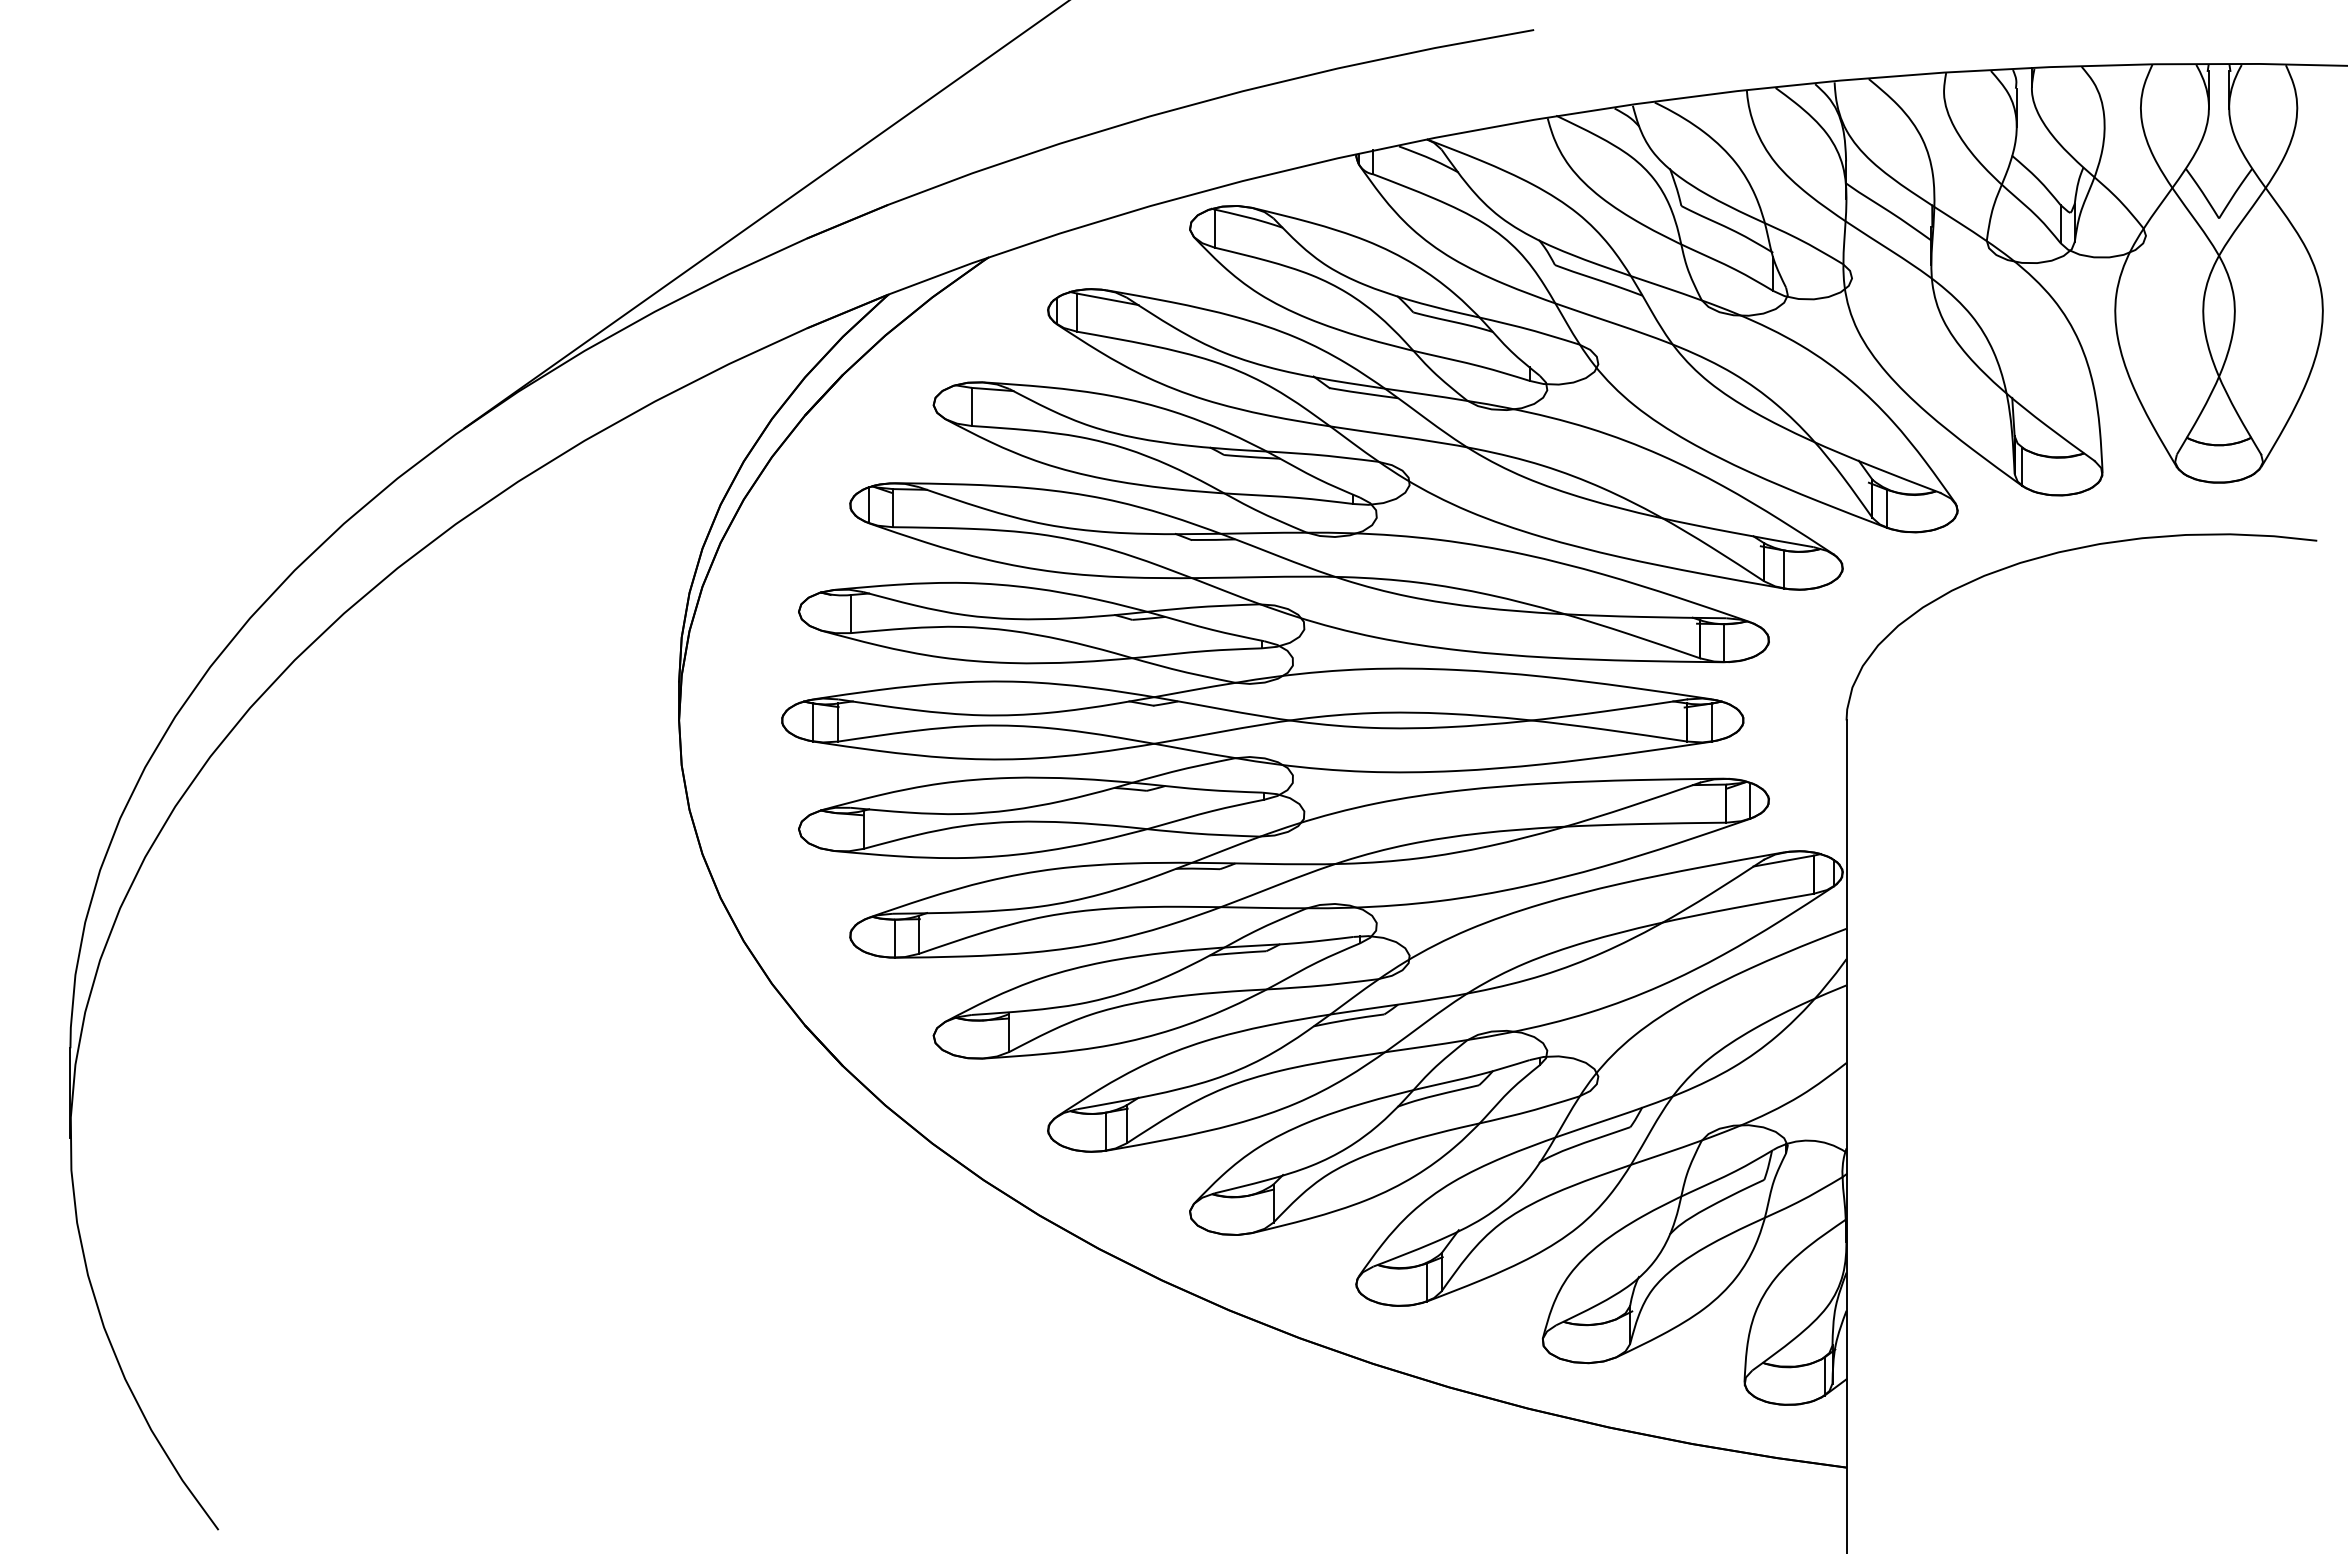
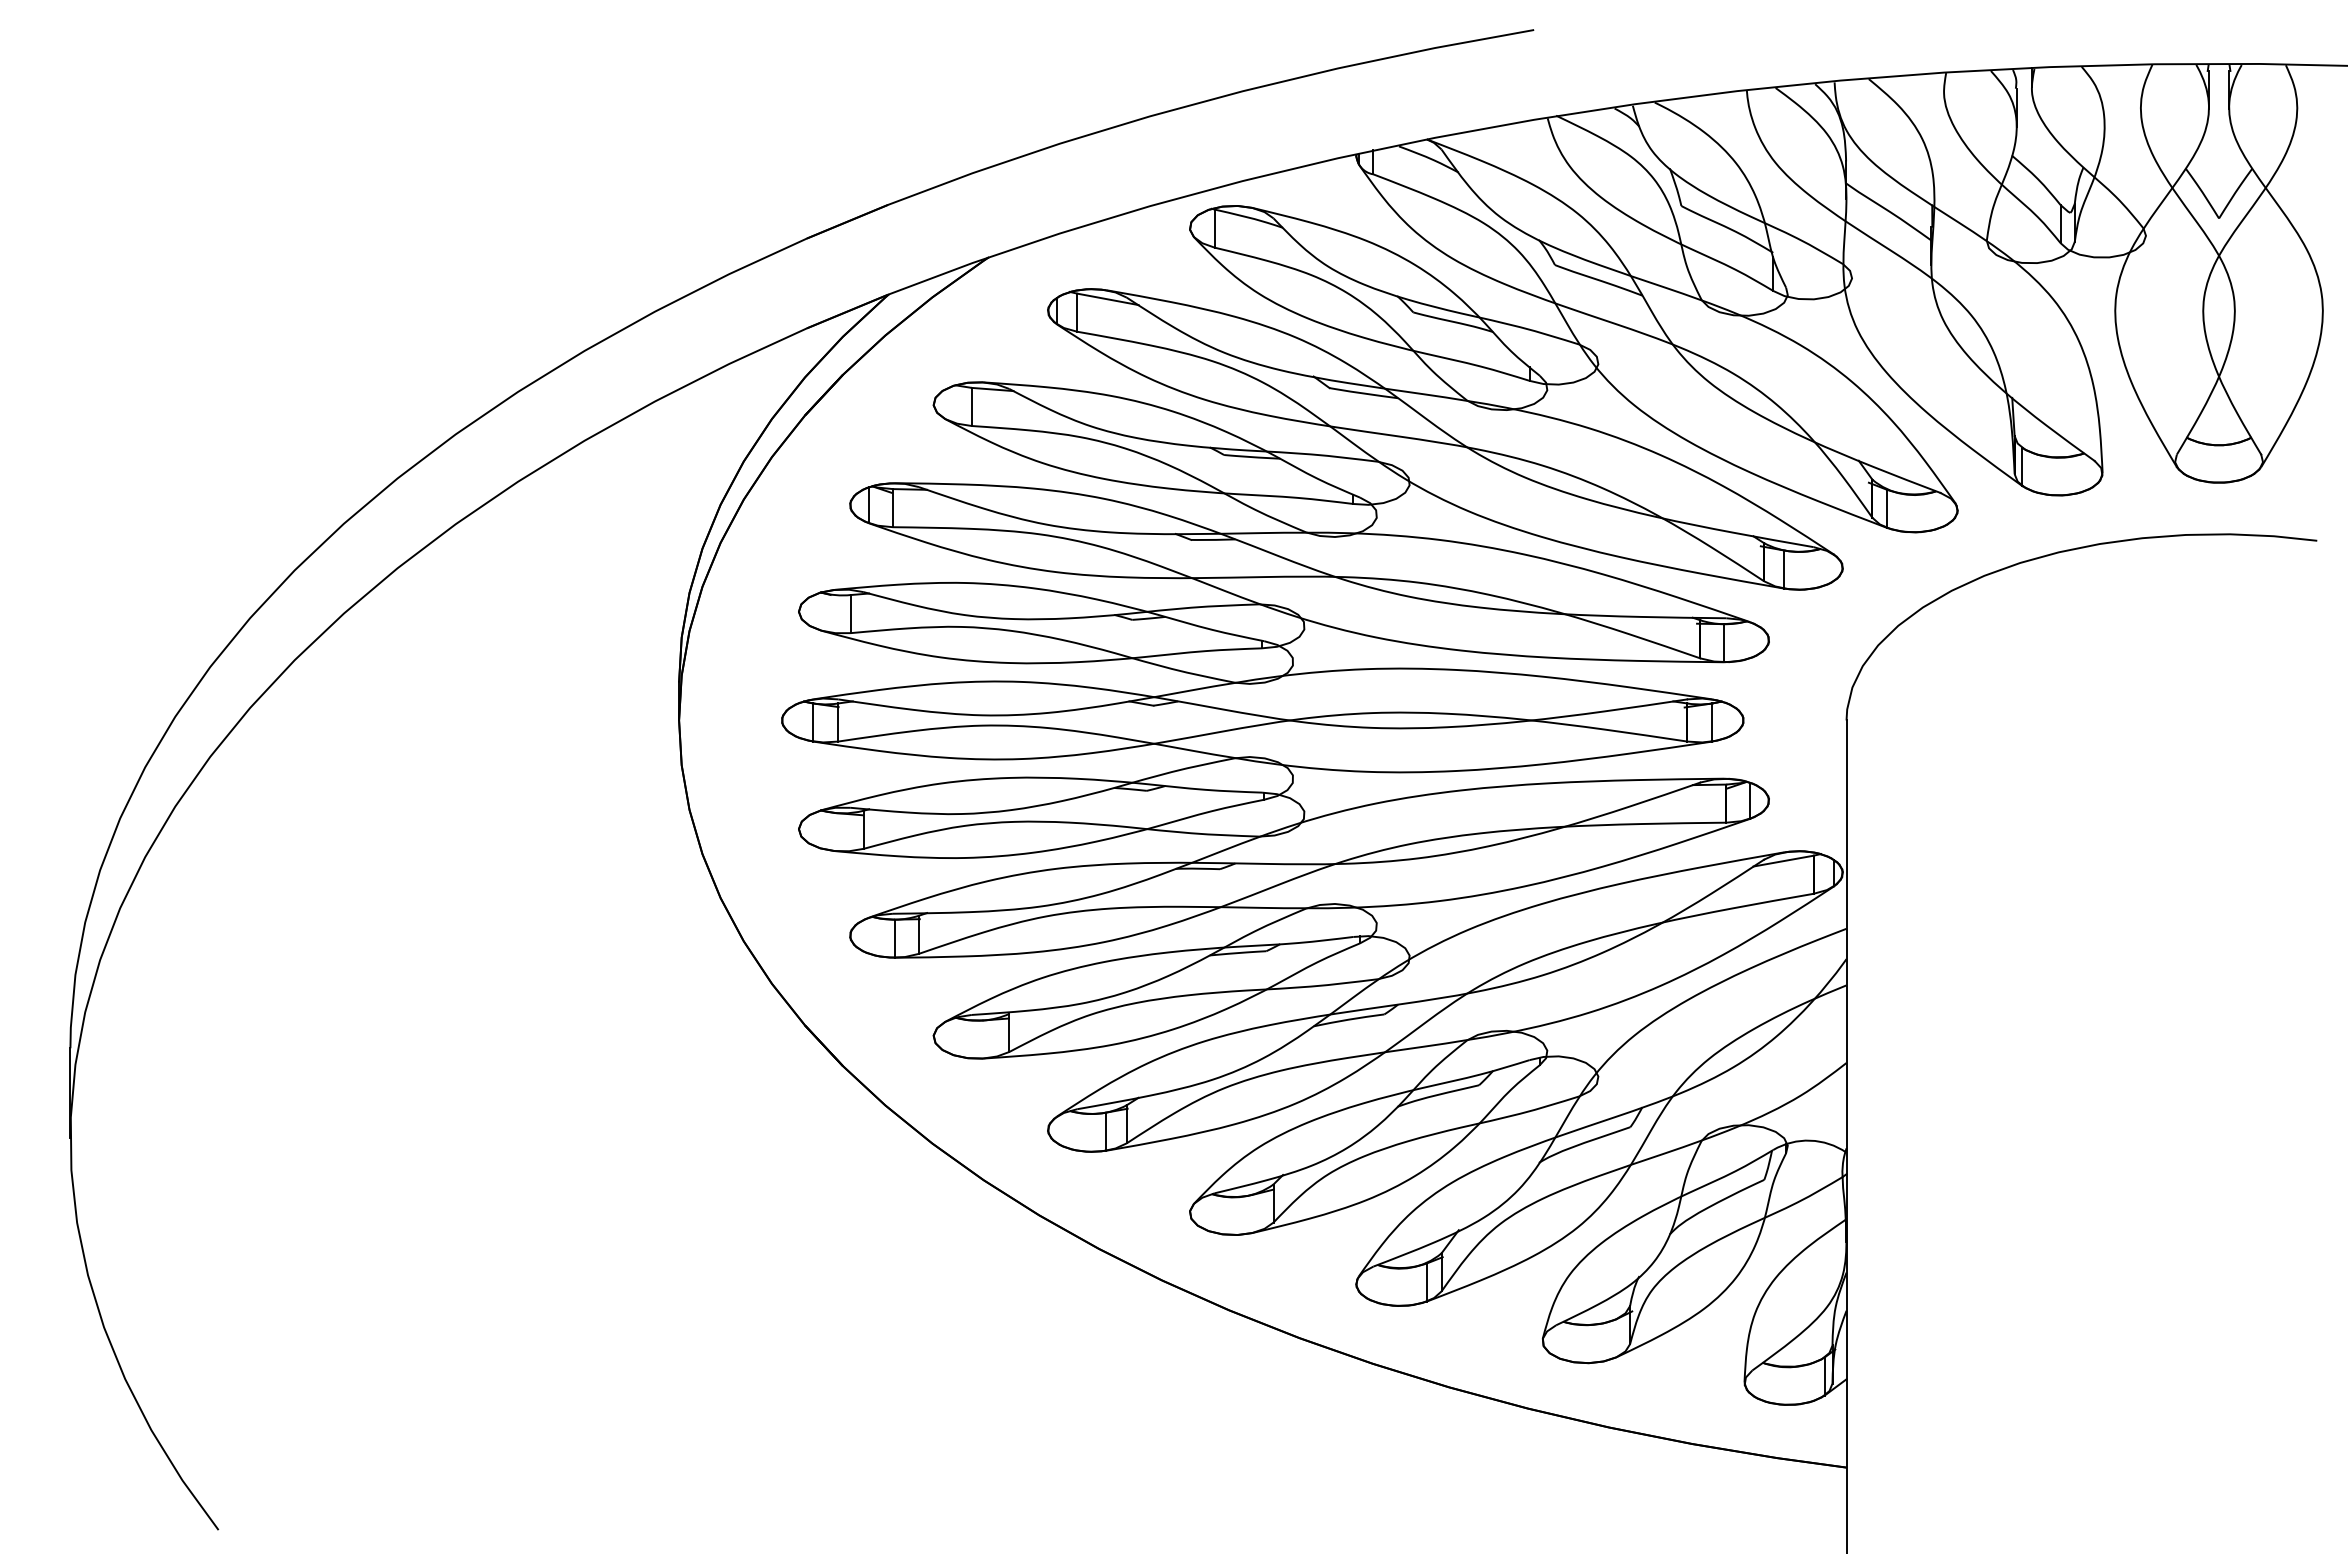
line at (765, 215): present -> none
